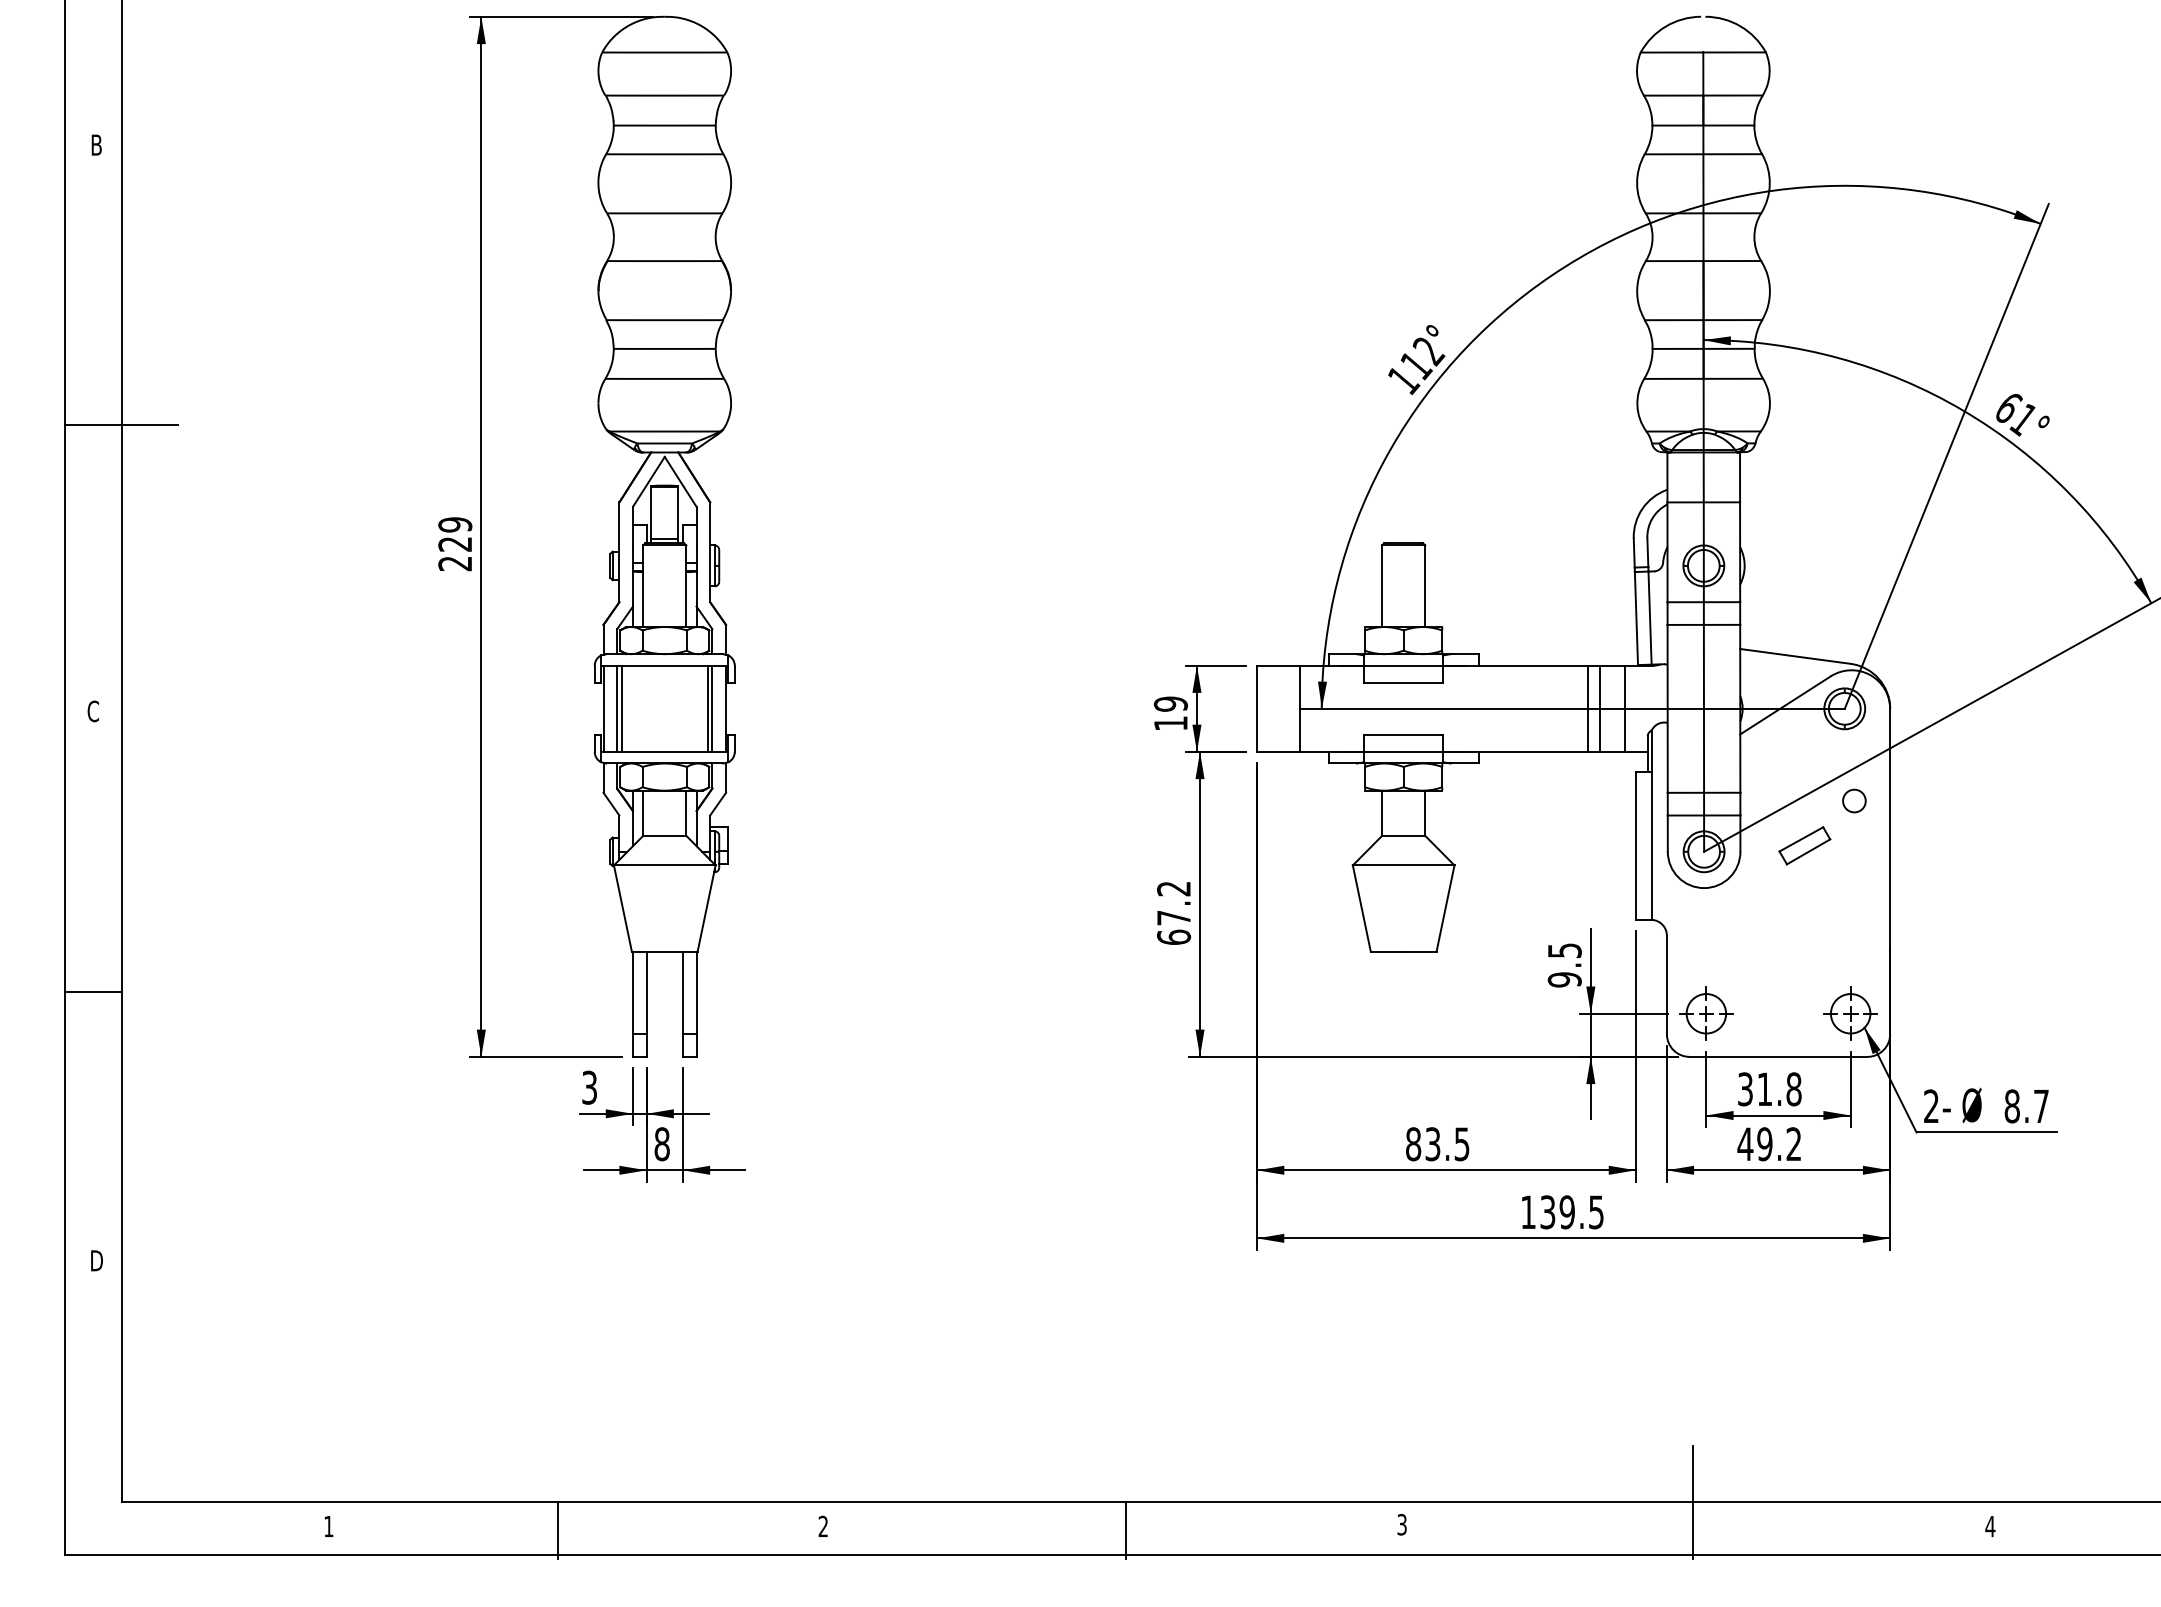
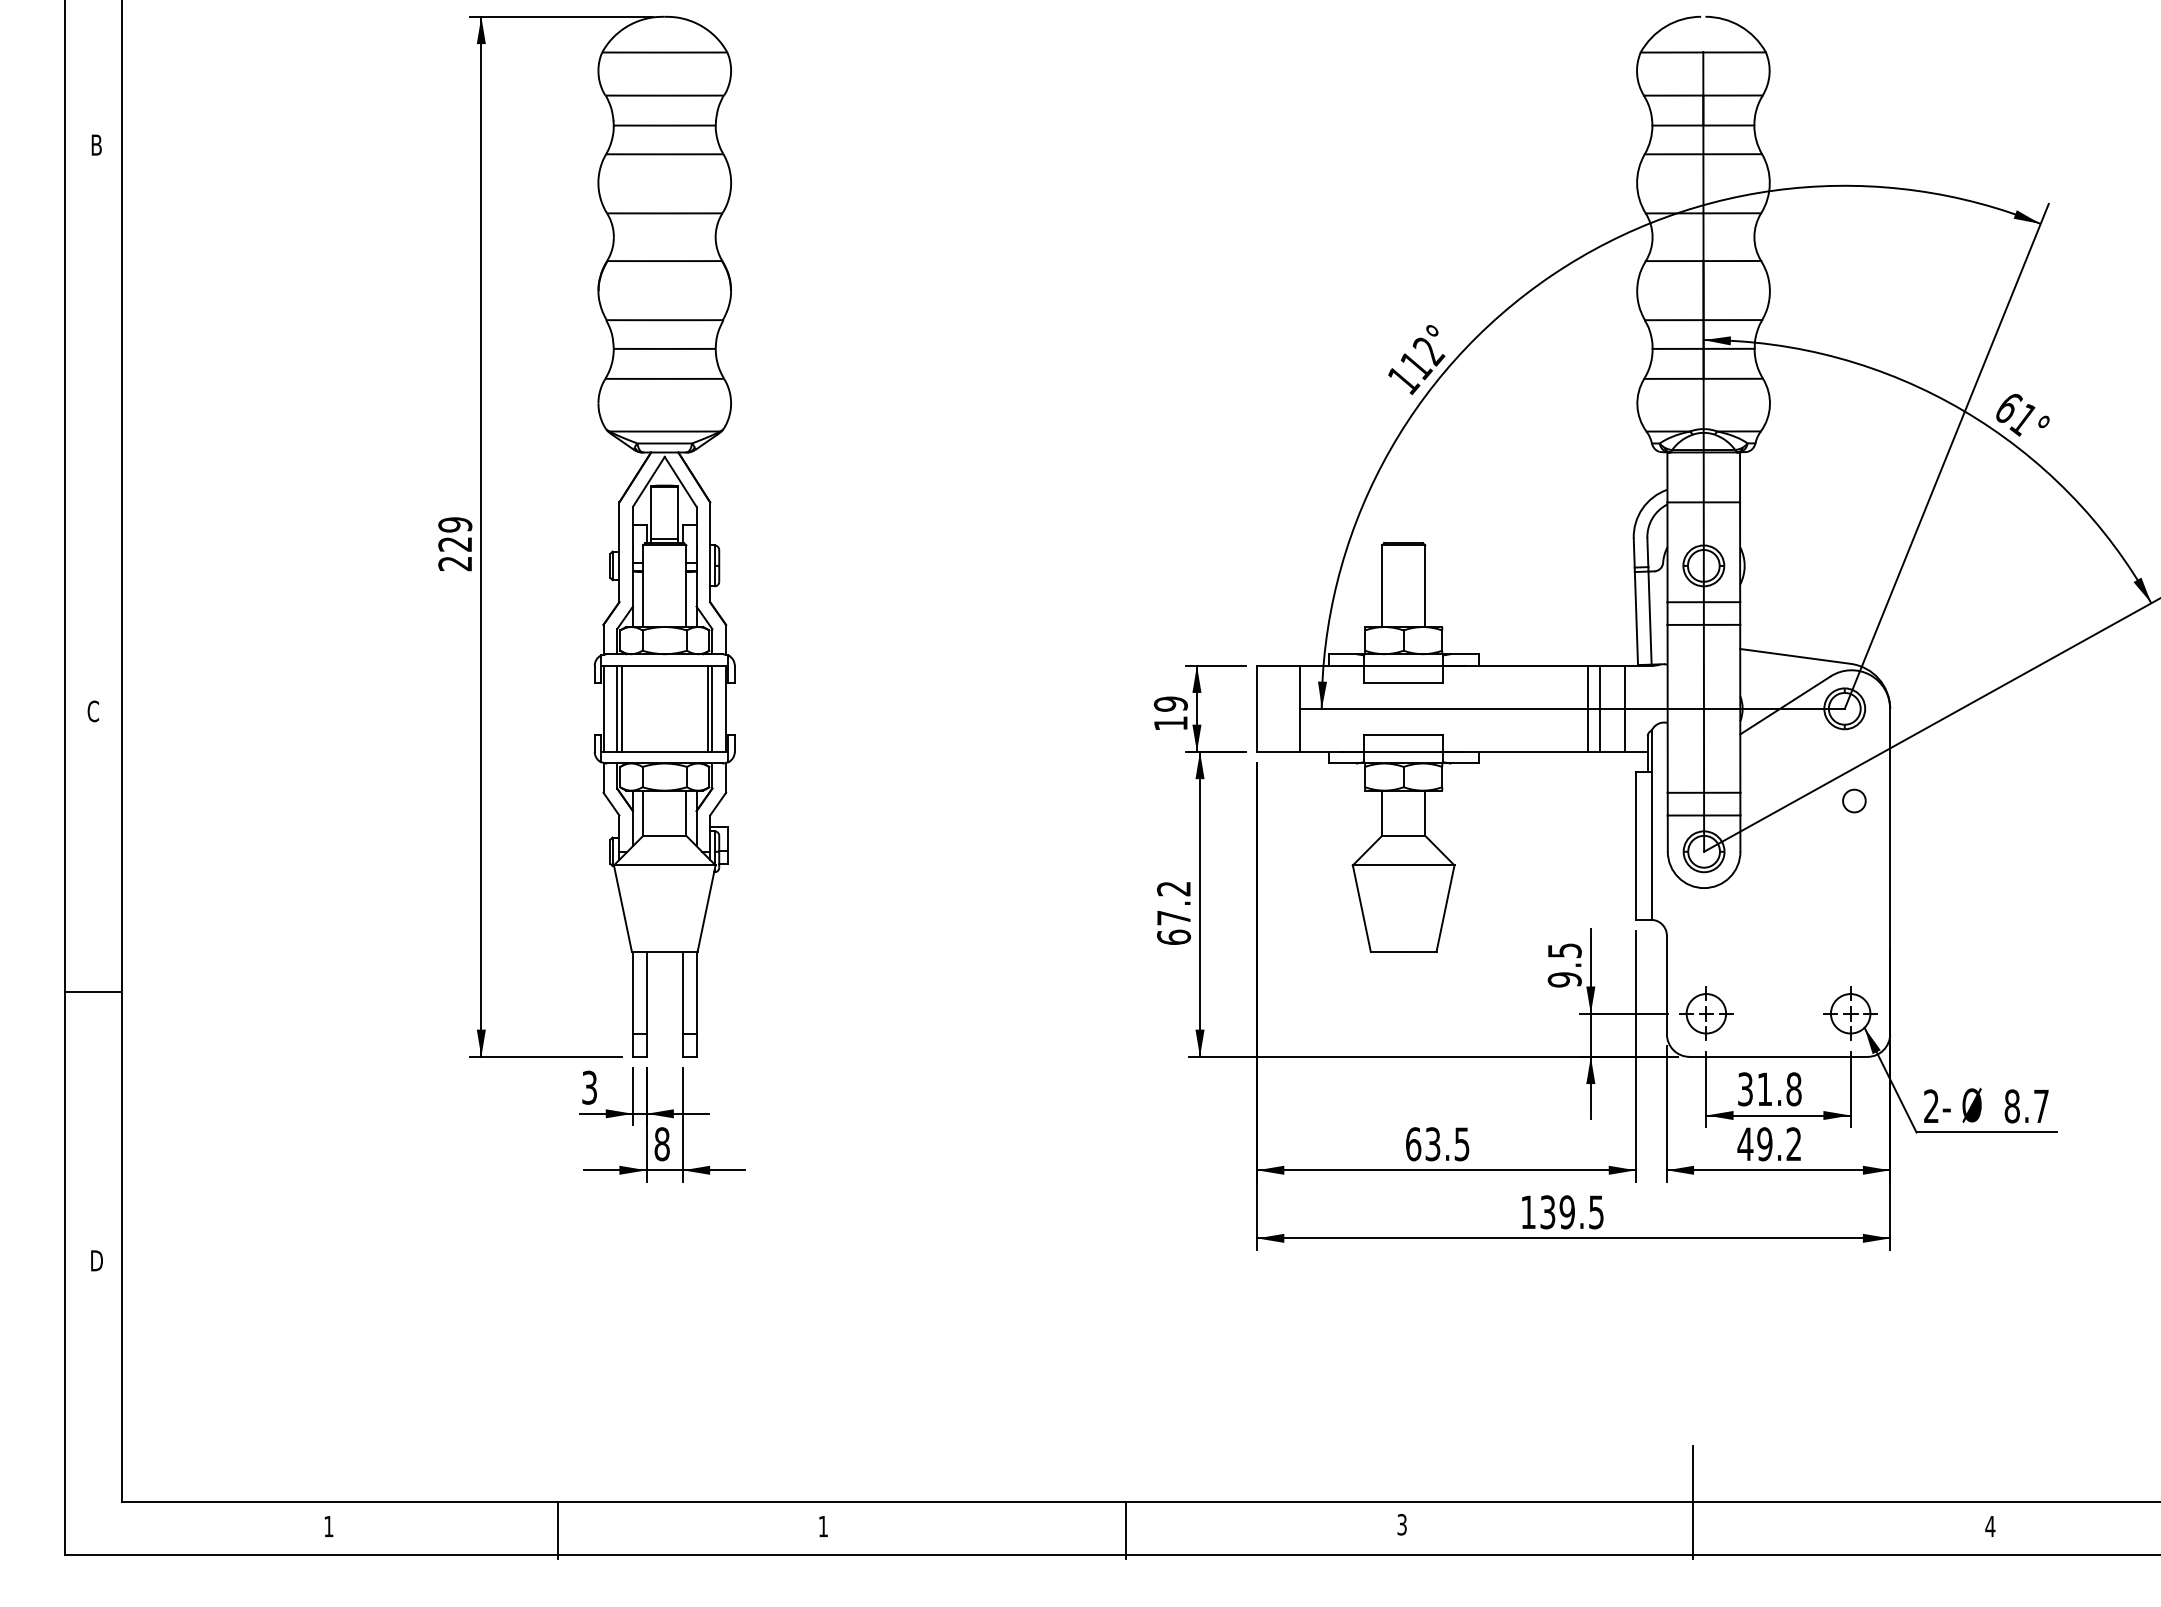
line at (121, 424): present -> none
part at (1804, 845): present -> none
text at (1413, 1144): 83.5 -> 63.5
text at (822, 1525): 2 -> 1
